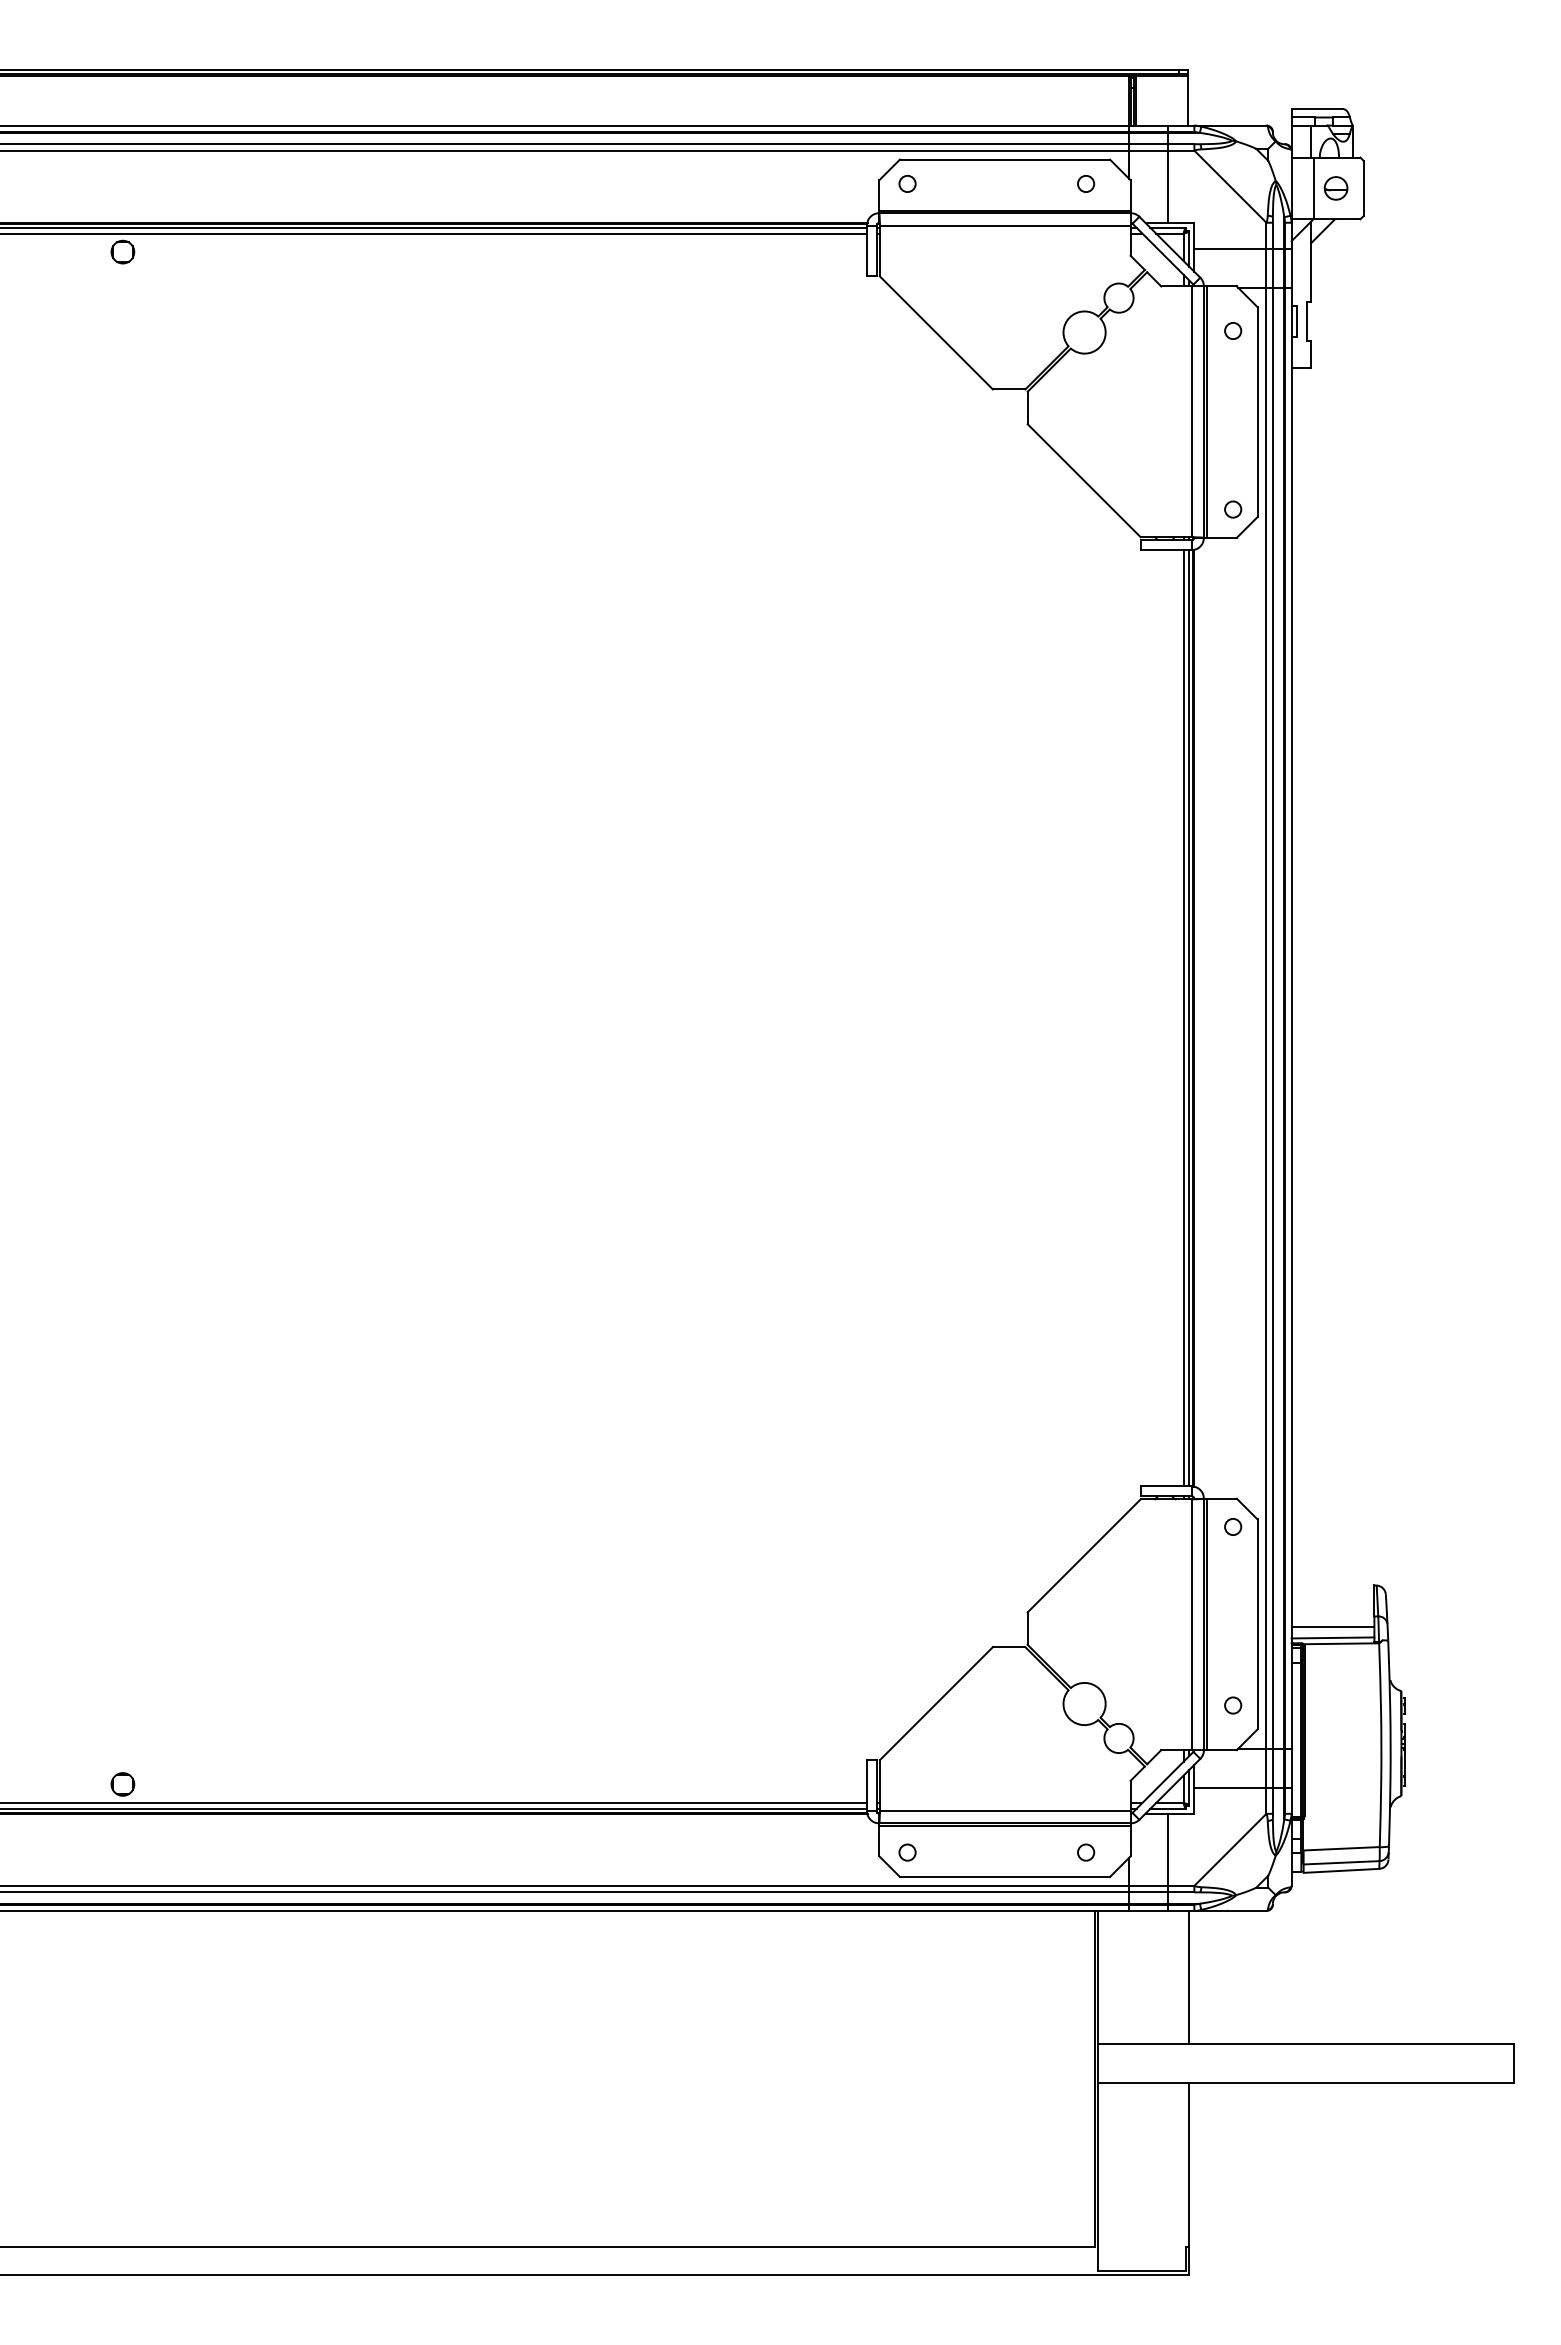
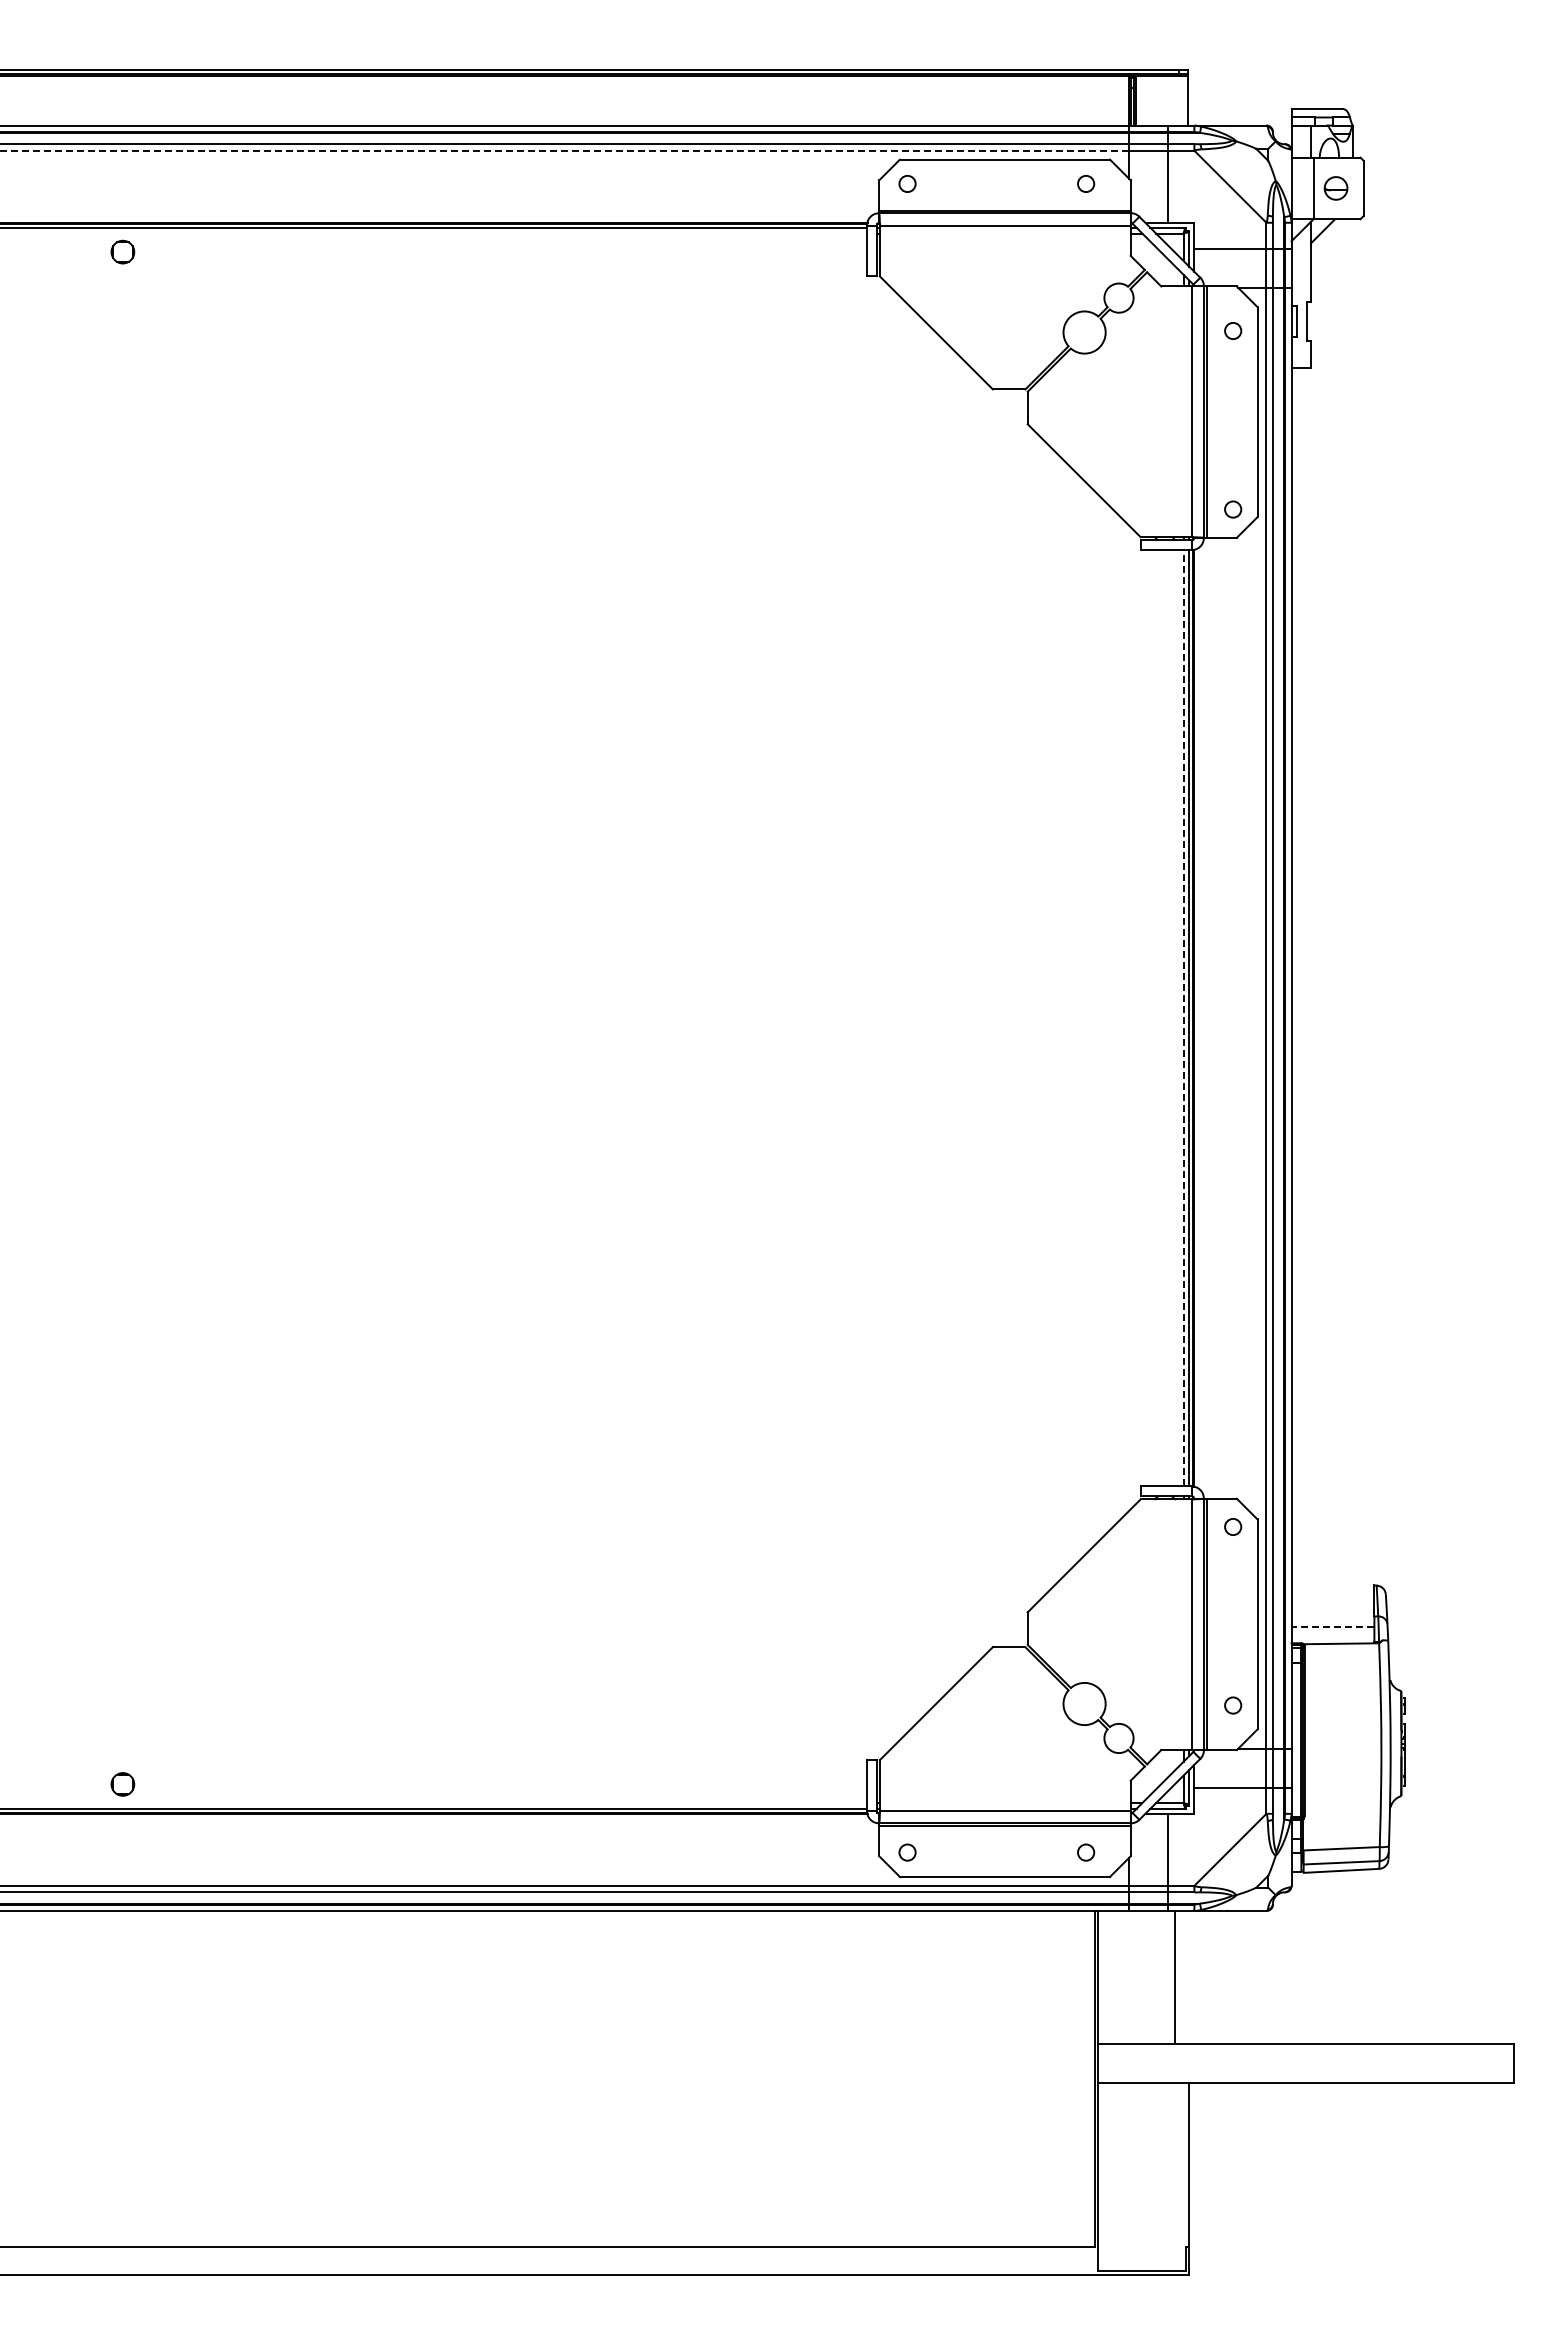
line at (564, 150): solid -> dashed
line at (434, 233): present -> none
line at (1183, 1017): solid -> dashed
line at (1332, 1626): solid -> dashed
line at (1332, 1637): present -> none
line at (434, 1802): present -> none
line at (1189, 1977) position: (1189, 1977) -> (1175, 1977)
